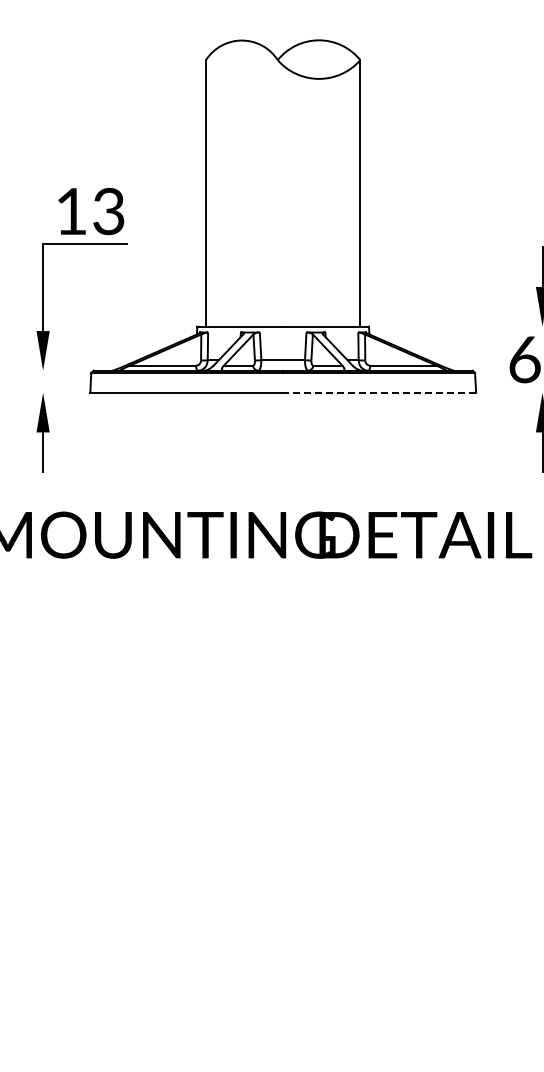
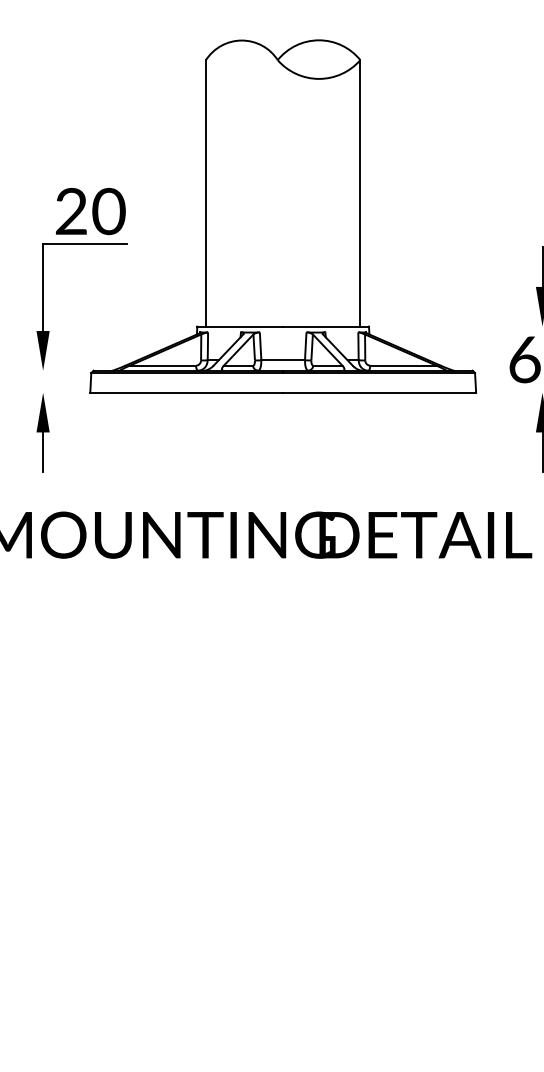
text at (90, 211): 13 -> 20
line at (379, 392): dashed -> solid
